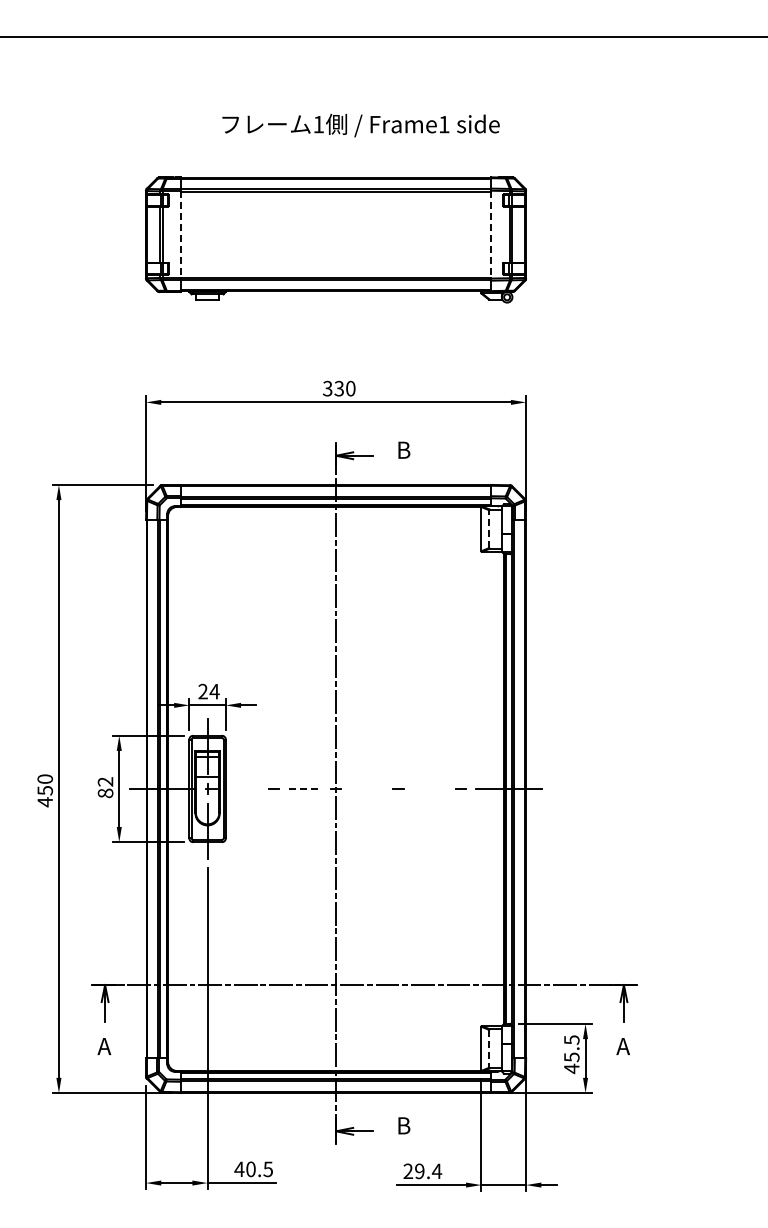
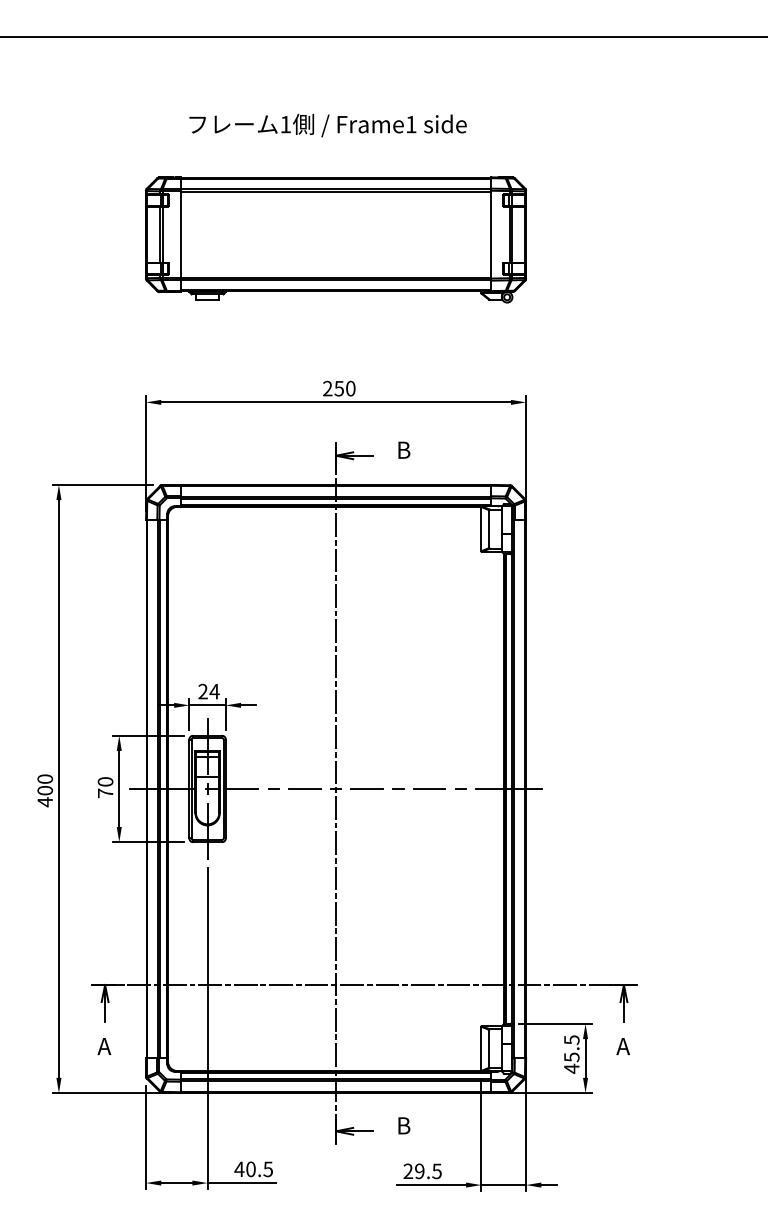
text at (360, 125) position: (360, 125) -> (327, 125)
line at (491, 234): dashed -> solid
line at (181, 235): dashed -> solid
text at (332, 388): 330 -> 250
line at (488, 528): dashed -> solid
text at (105, 787): 82 -> 70
line at (242, 788): none -> present
line at (304, 788): dashed -> solid
line at (367, 788): none -> present
line at (429, 788): none -> present
text at (44, 790): 450 -> 400
line at (488, 1049): dashed -> solid
text at (436, 1171): 29.4 -> 29.5
